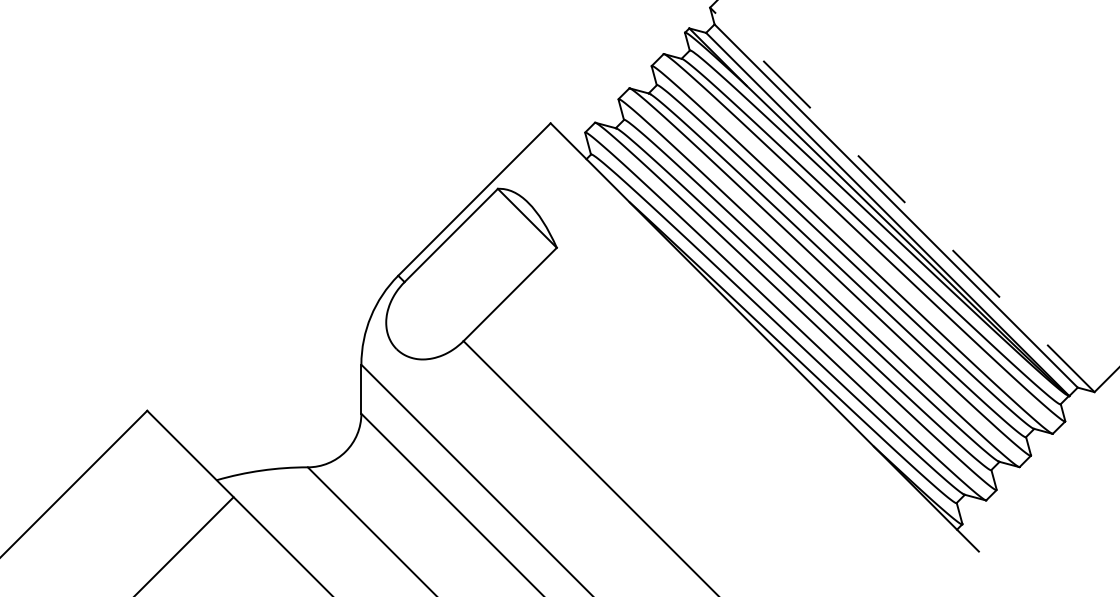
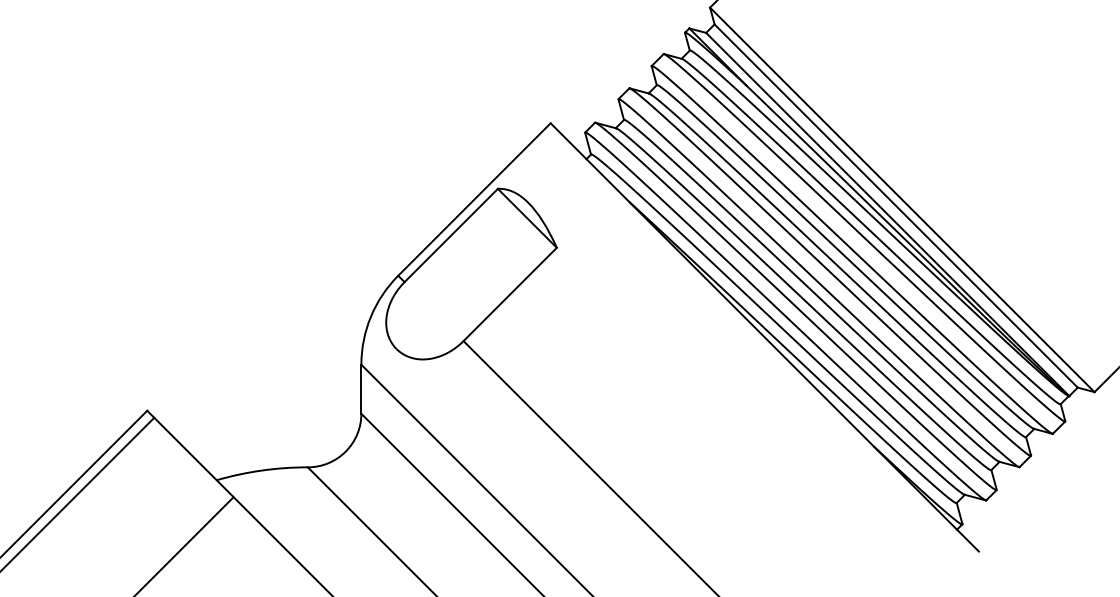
line at (902, 199): dashed -> solid
line at (78, 493): none -> present
